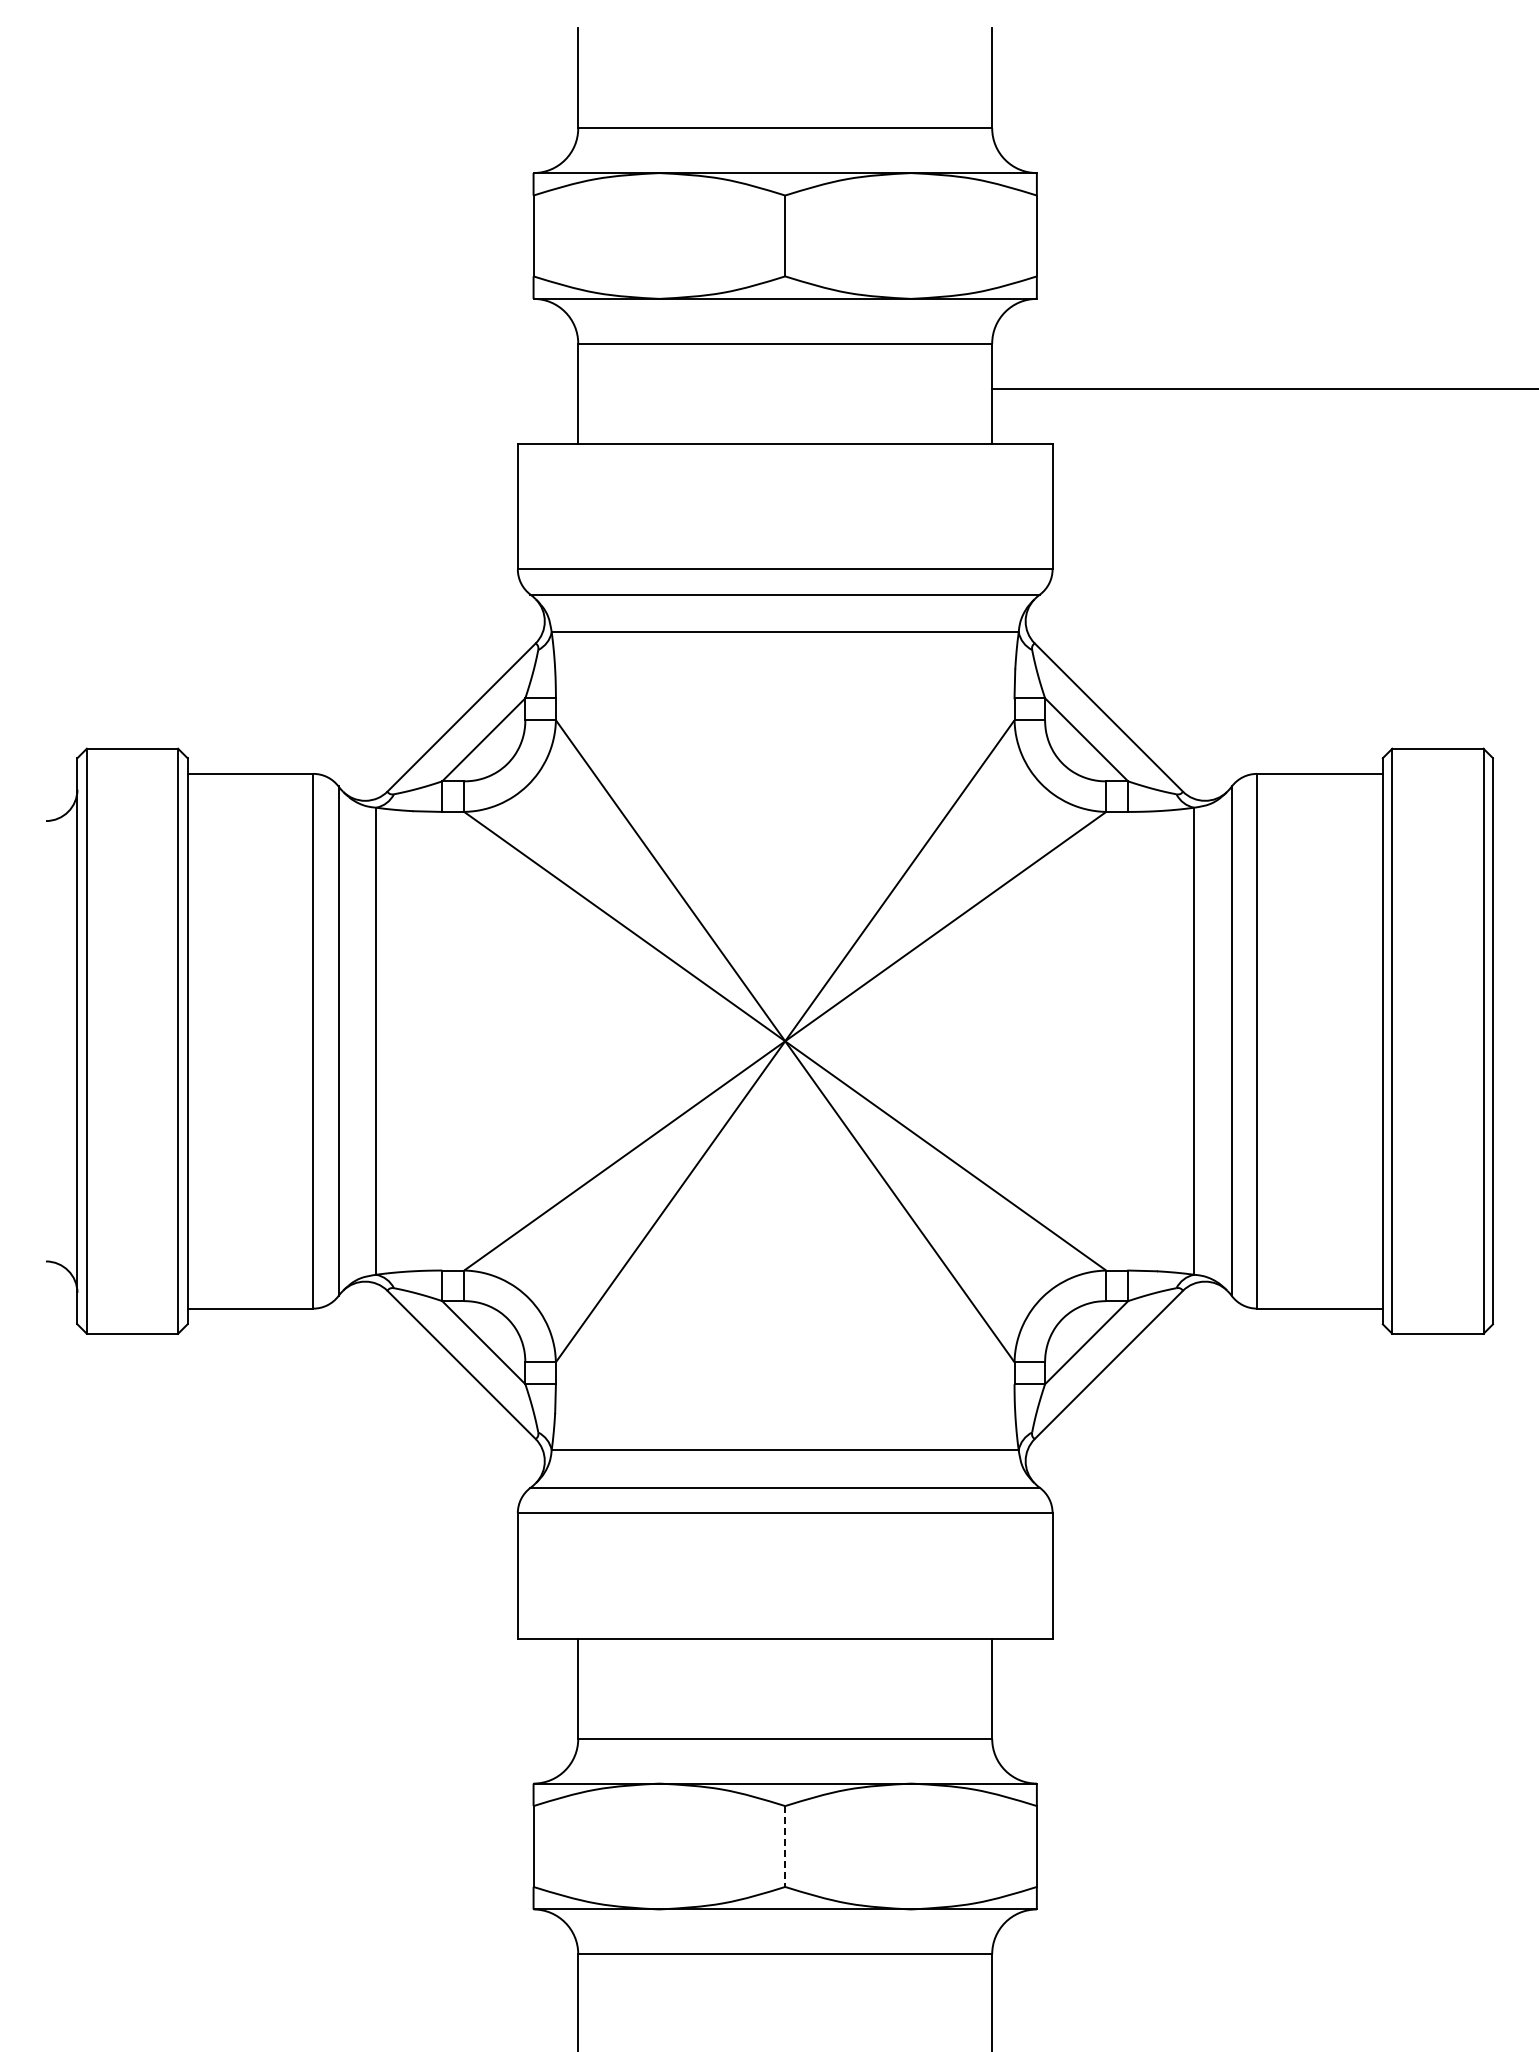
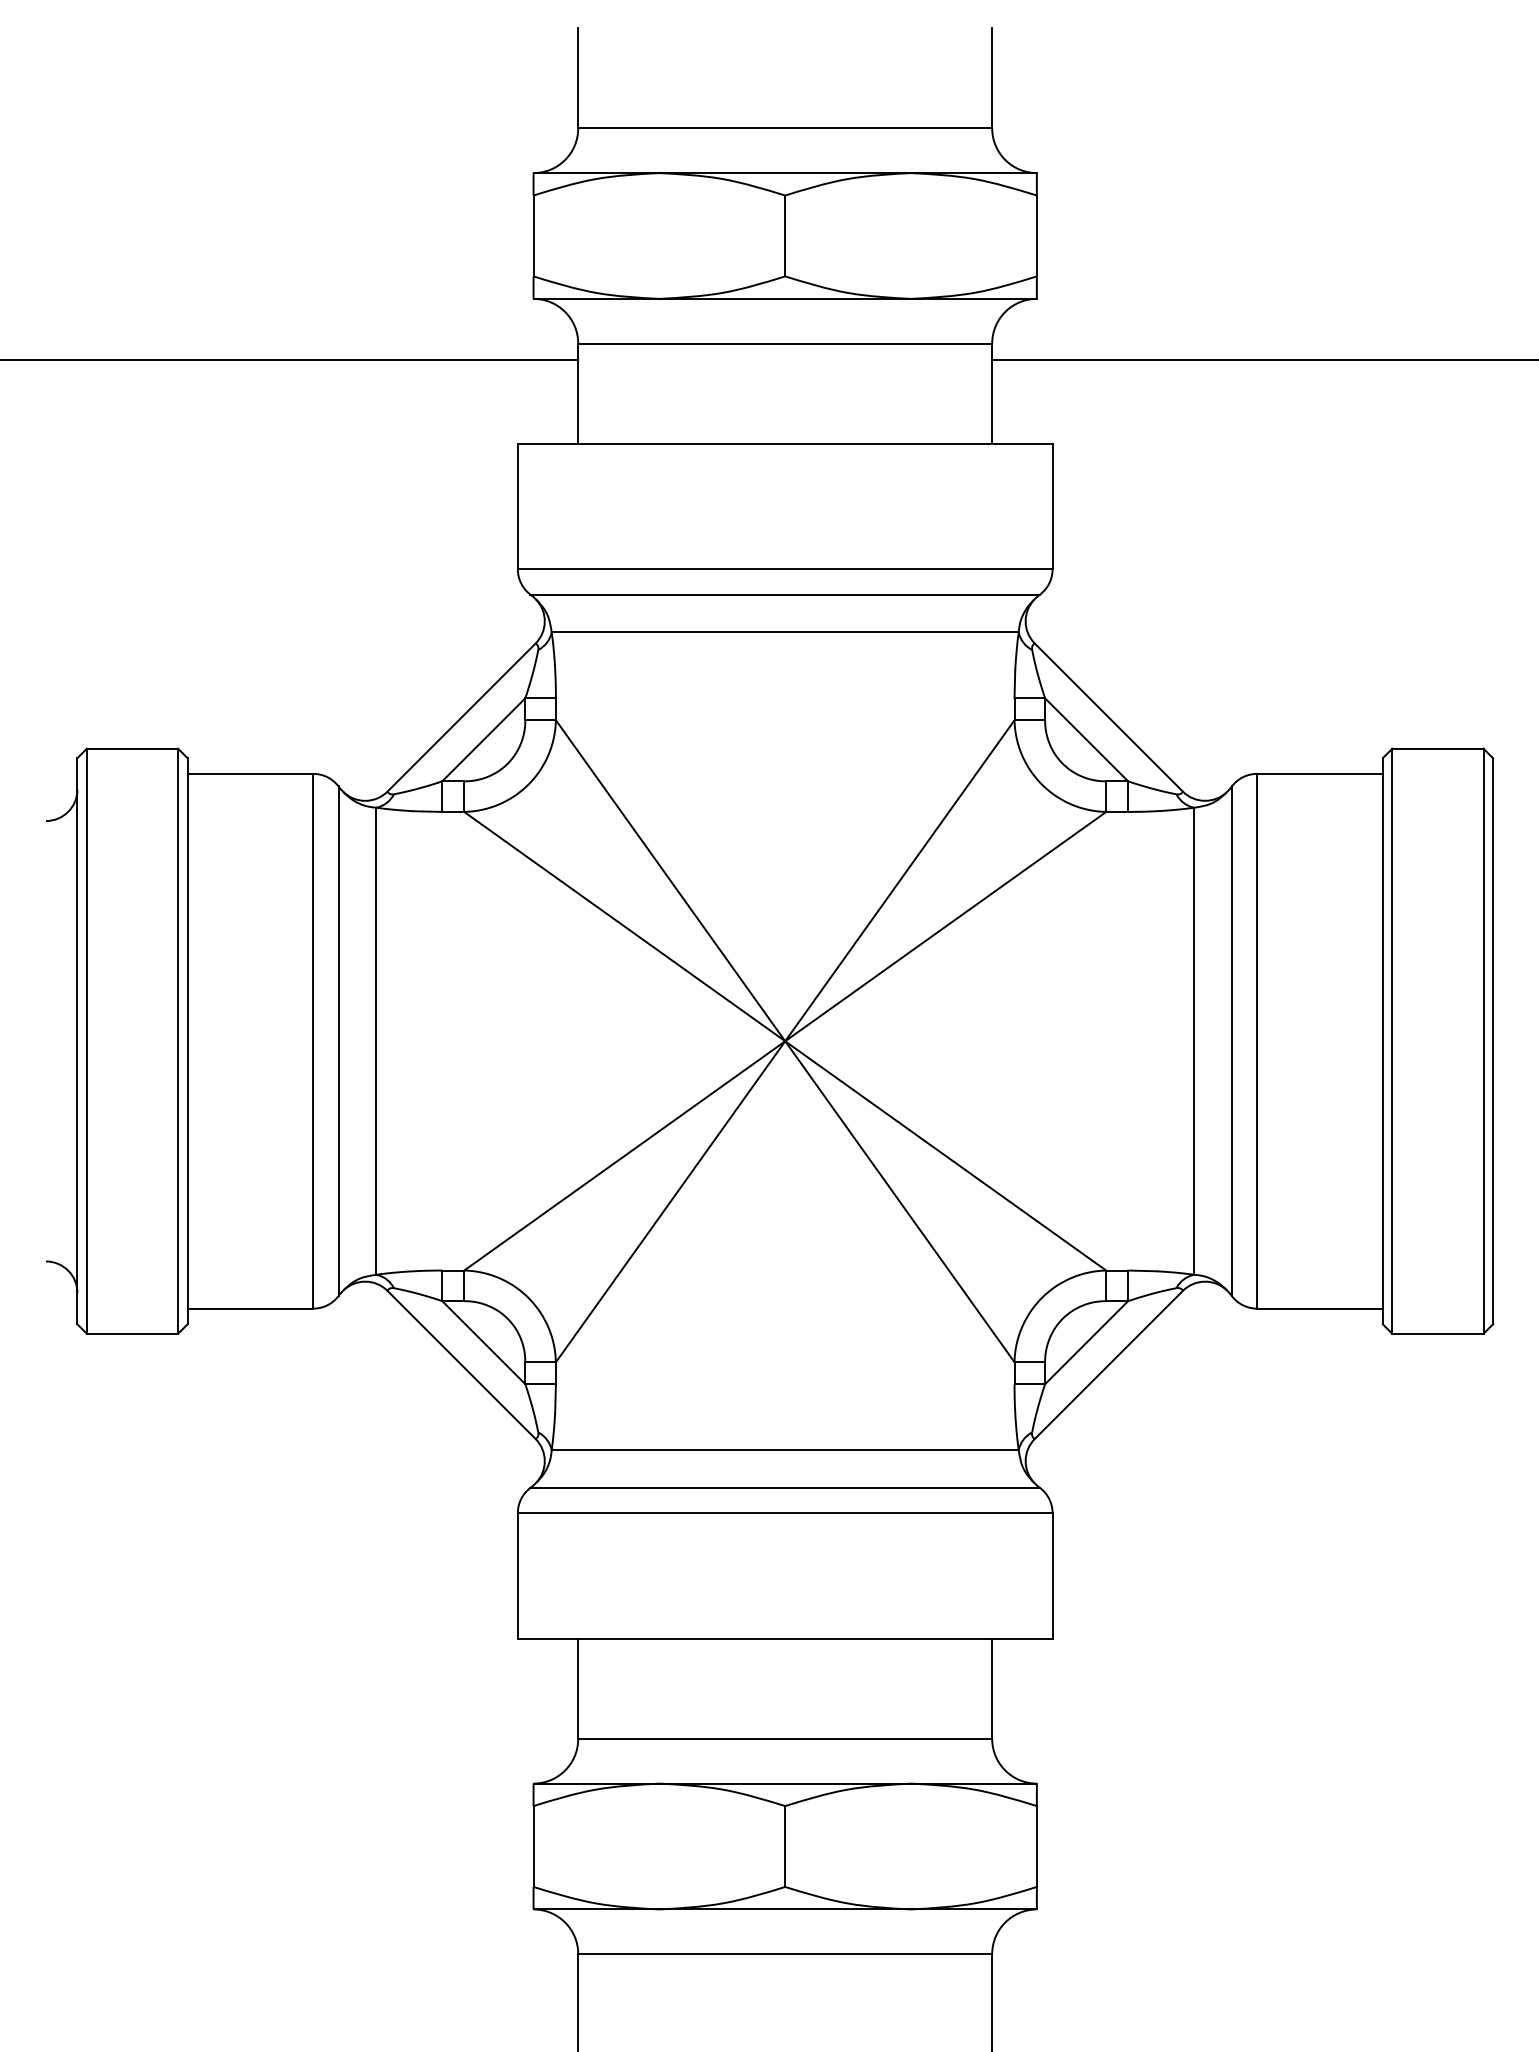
line at (290, 360): none -> present
line at (1263, 389) position: (1263, 389) -> (1263, 360)
line at (785, 1847): dashed -> solid
